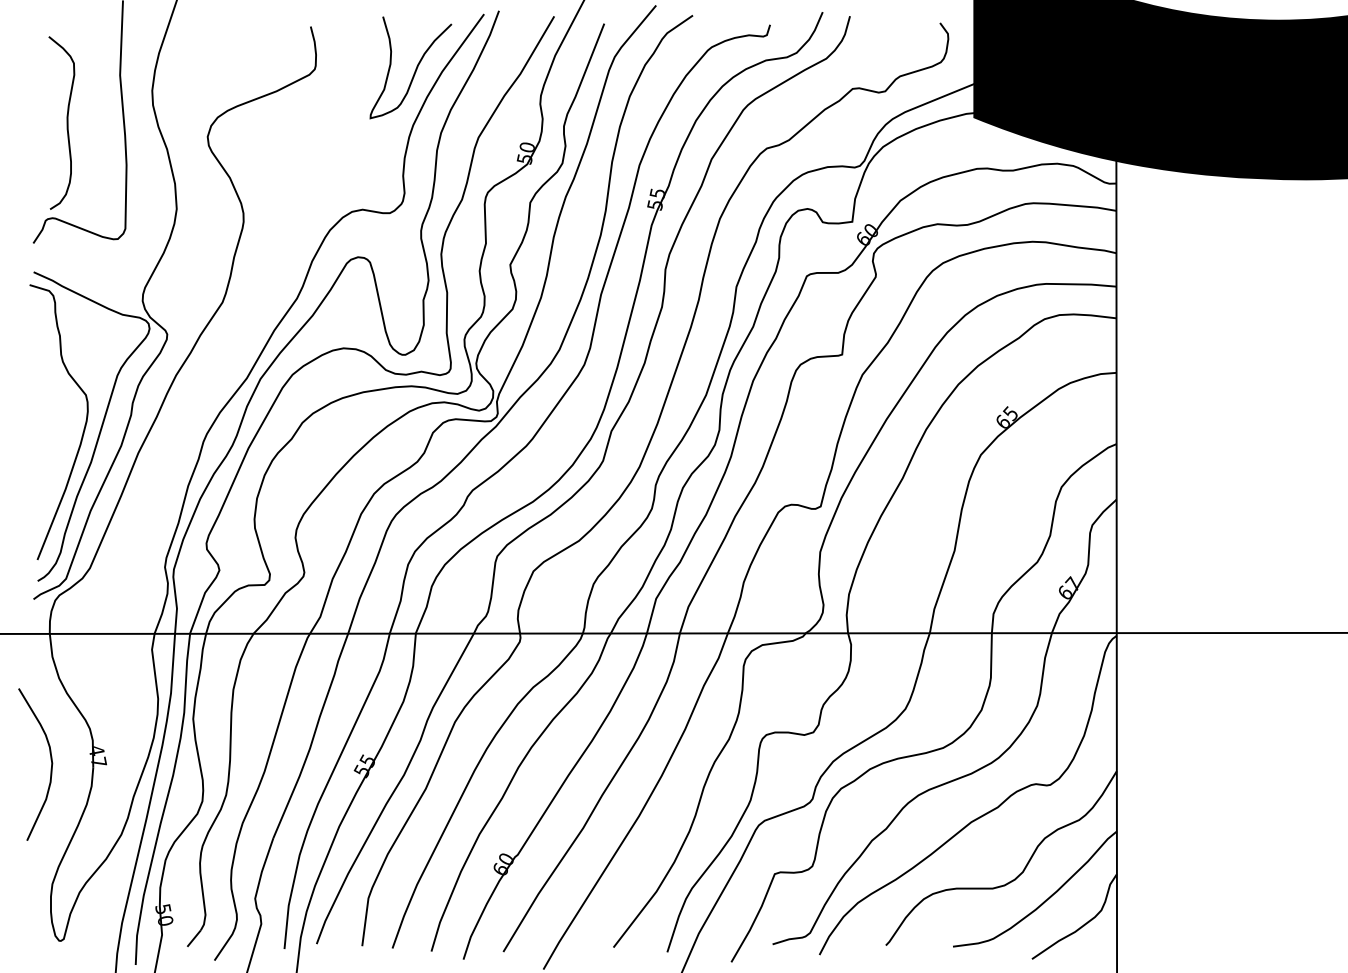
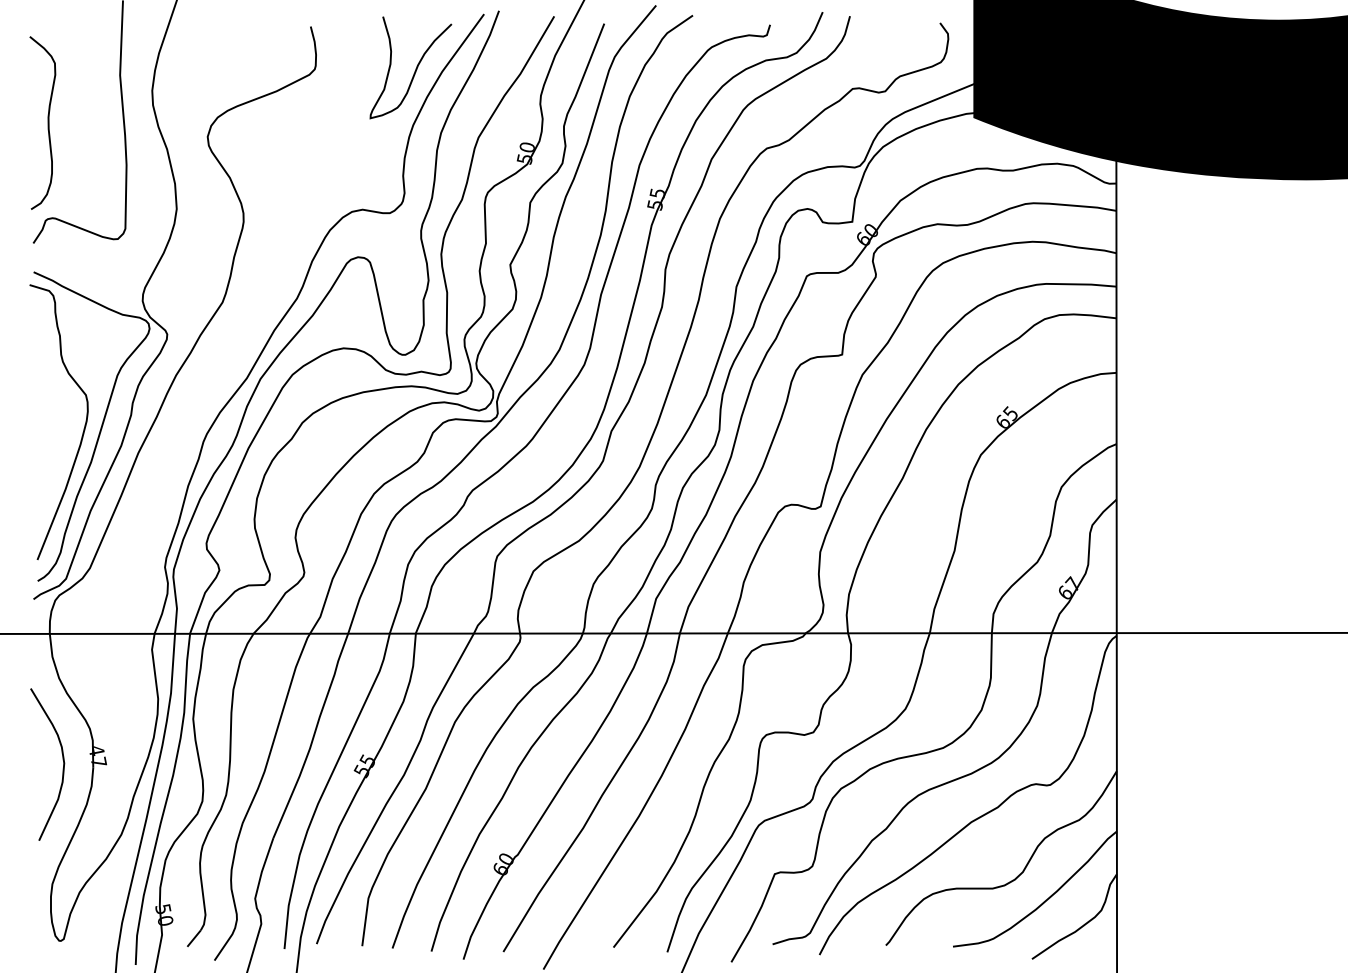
curve at (66, 122) position: (66, 122) -> (47, 122)
curve at (50, 760) position: (50, 760) -> (62, 760)
